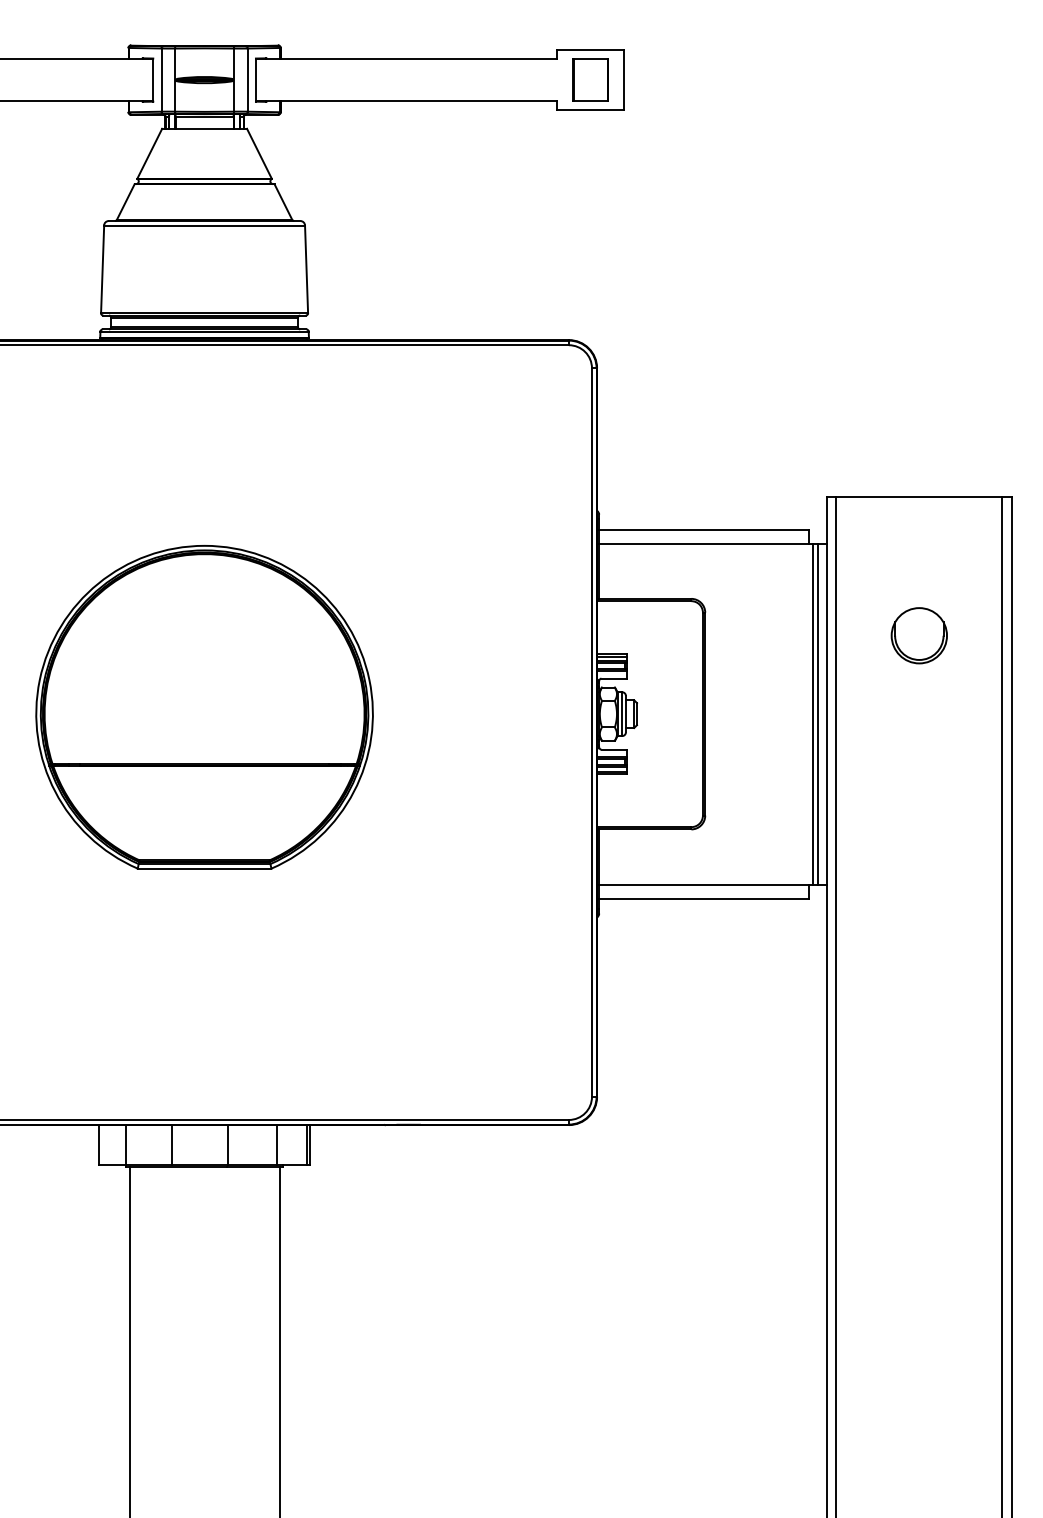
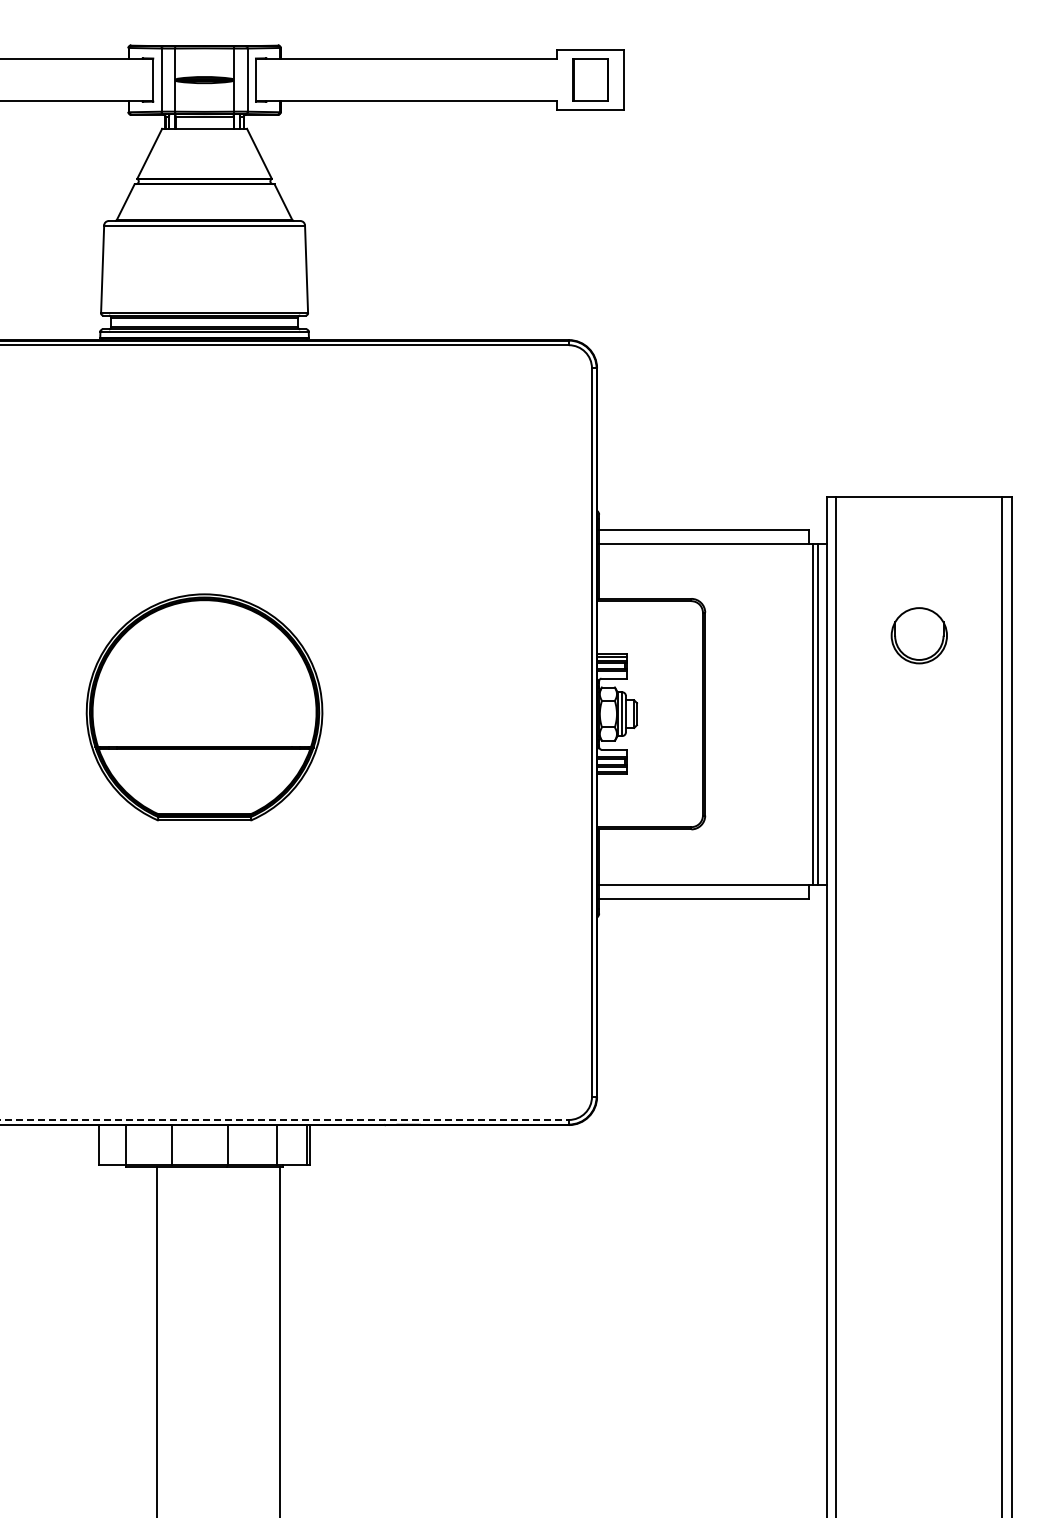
part at (204, 707) size: 339x325 px -> 239x229 px
line at (285, 1119): solid -> dashed
line at (129, 1340) position: (129, 1340) -> (156, 1340)
